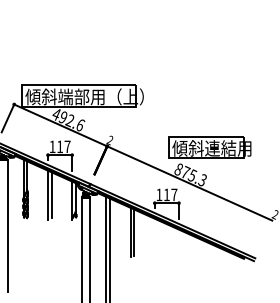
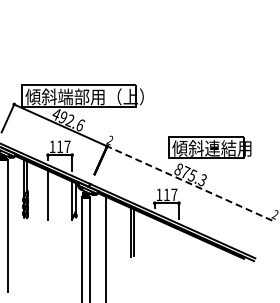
line at (189, 183): solid -> dashed
line at (51, 195): present -> none
line at (109, 248): present -> none
